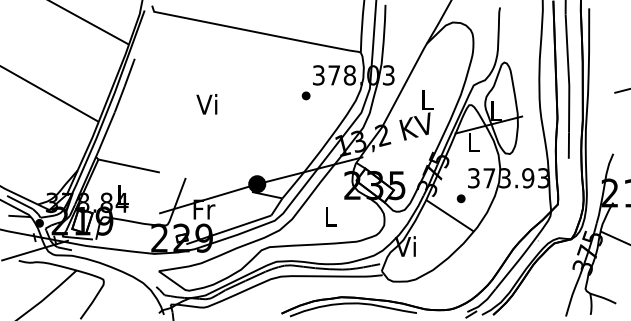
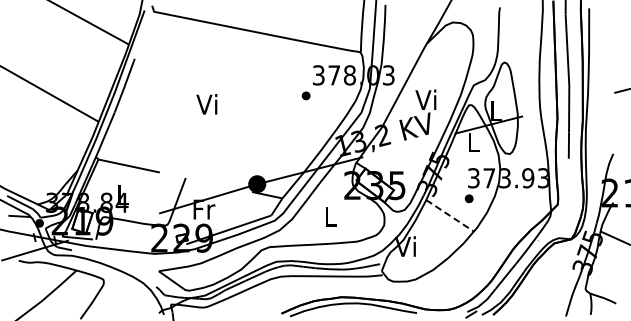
text at (425, 99): L -> Vi
part at (460, 198) position: (460, 198) -> (468, 198)
line at (450, 215): solid -> dashed
